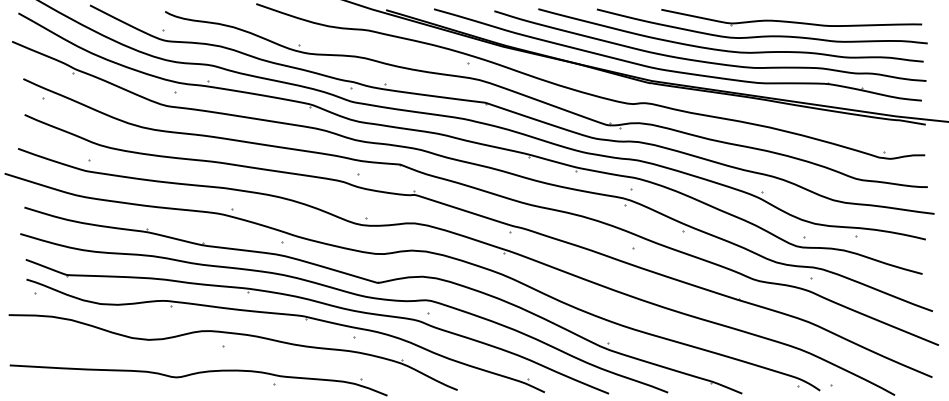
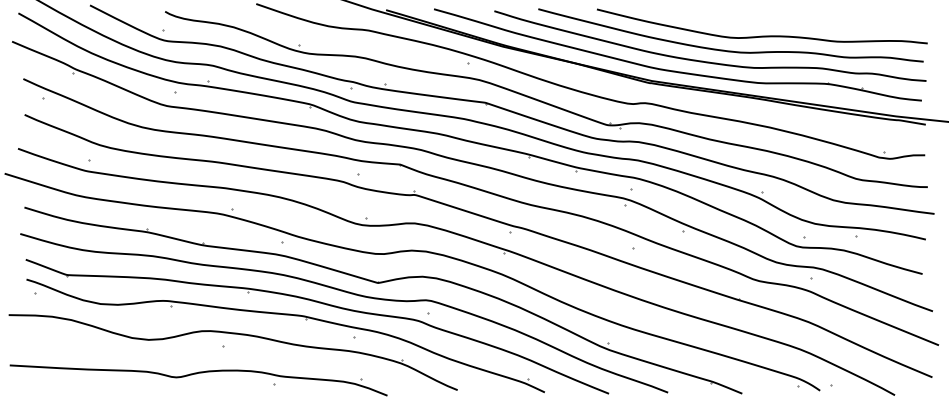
part at (791, 17): present -> none
